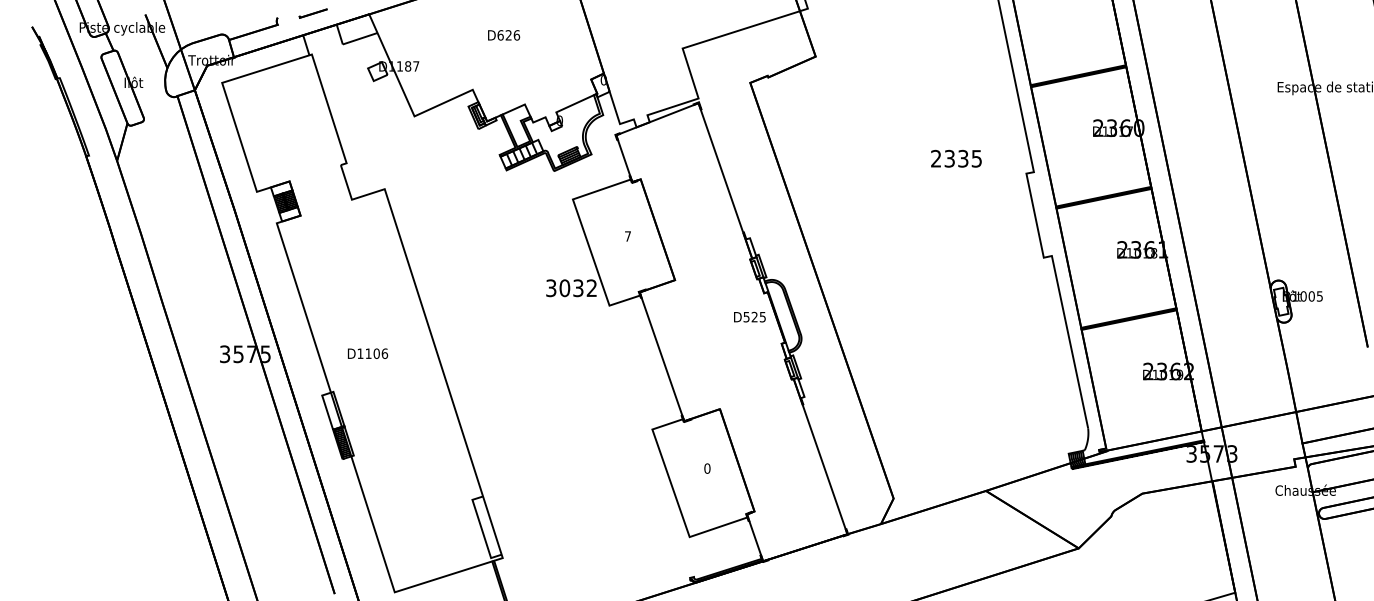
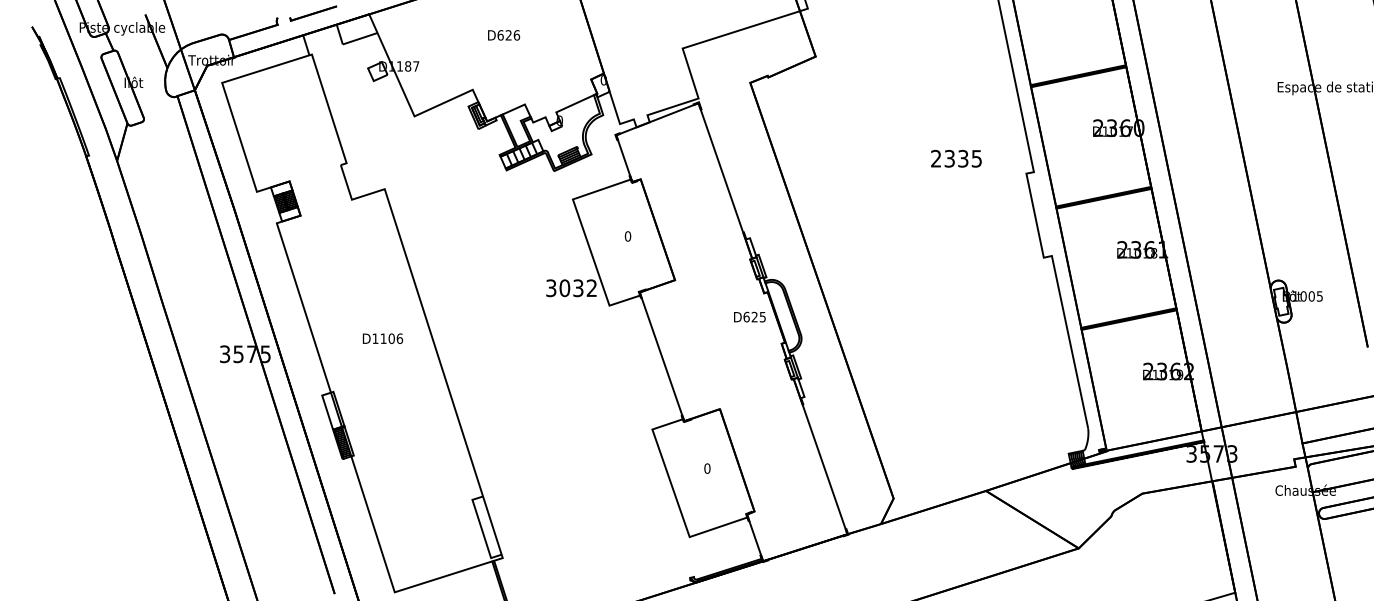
part at (312, 13) size: 30x11 px -> 49x17 px
text at (627, 236): 7 -> 0
text at (746, 316): D525 -> D625
text at (367, 353) position: (367, 353) -> (382, 338)
